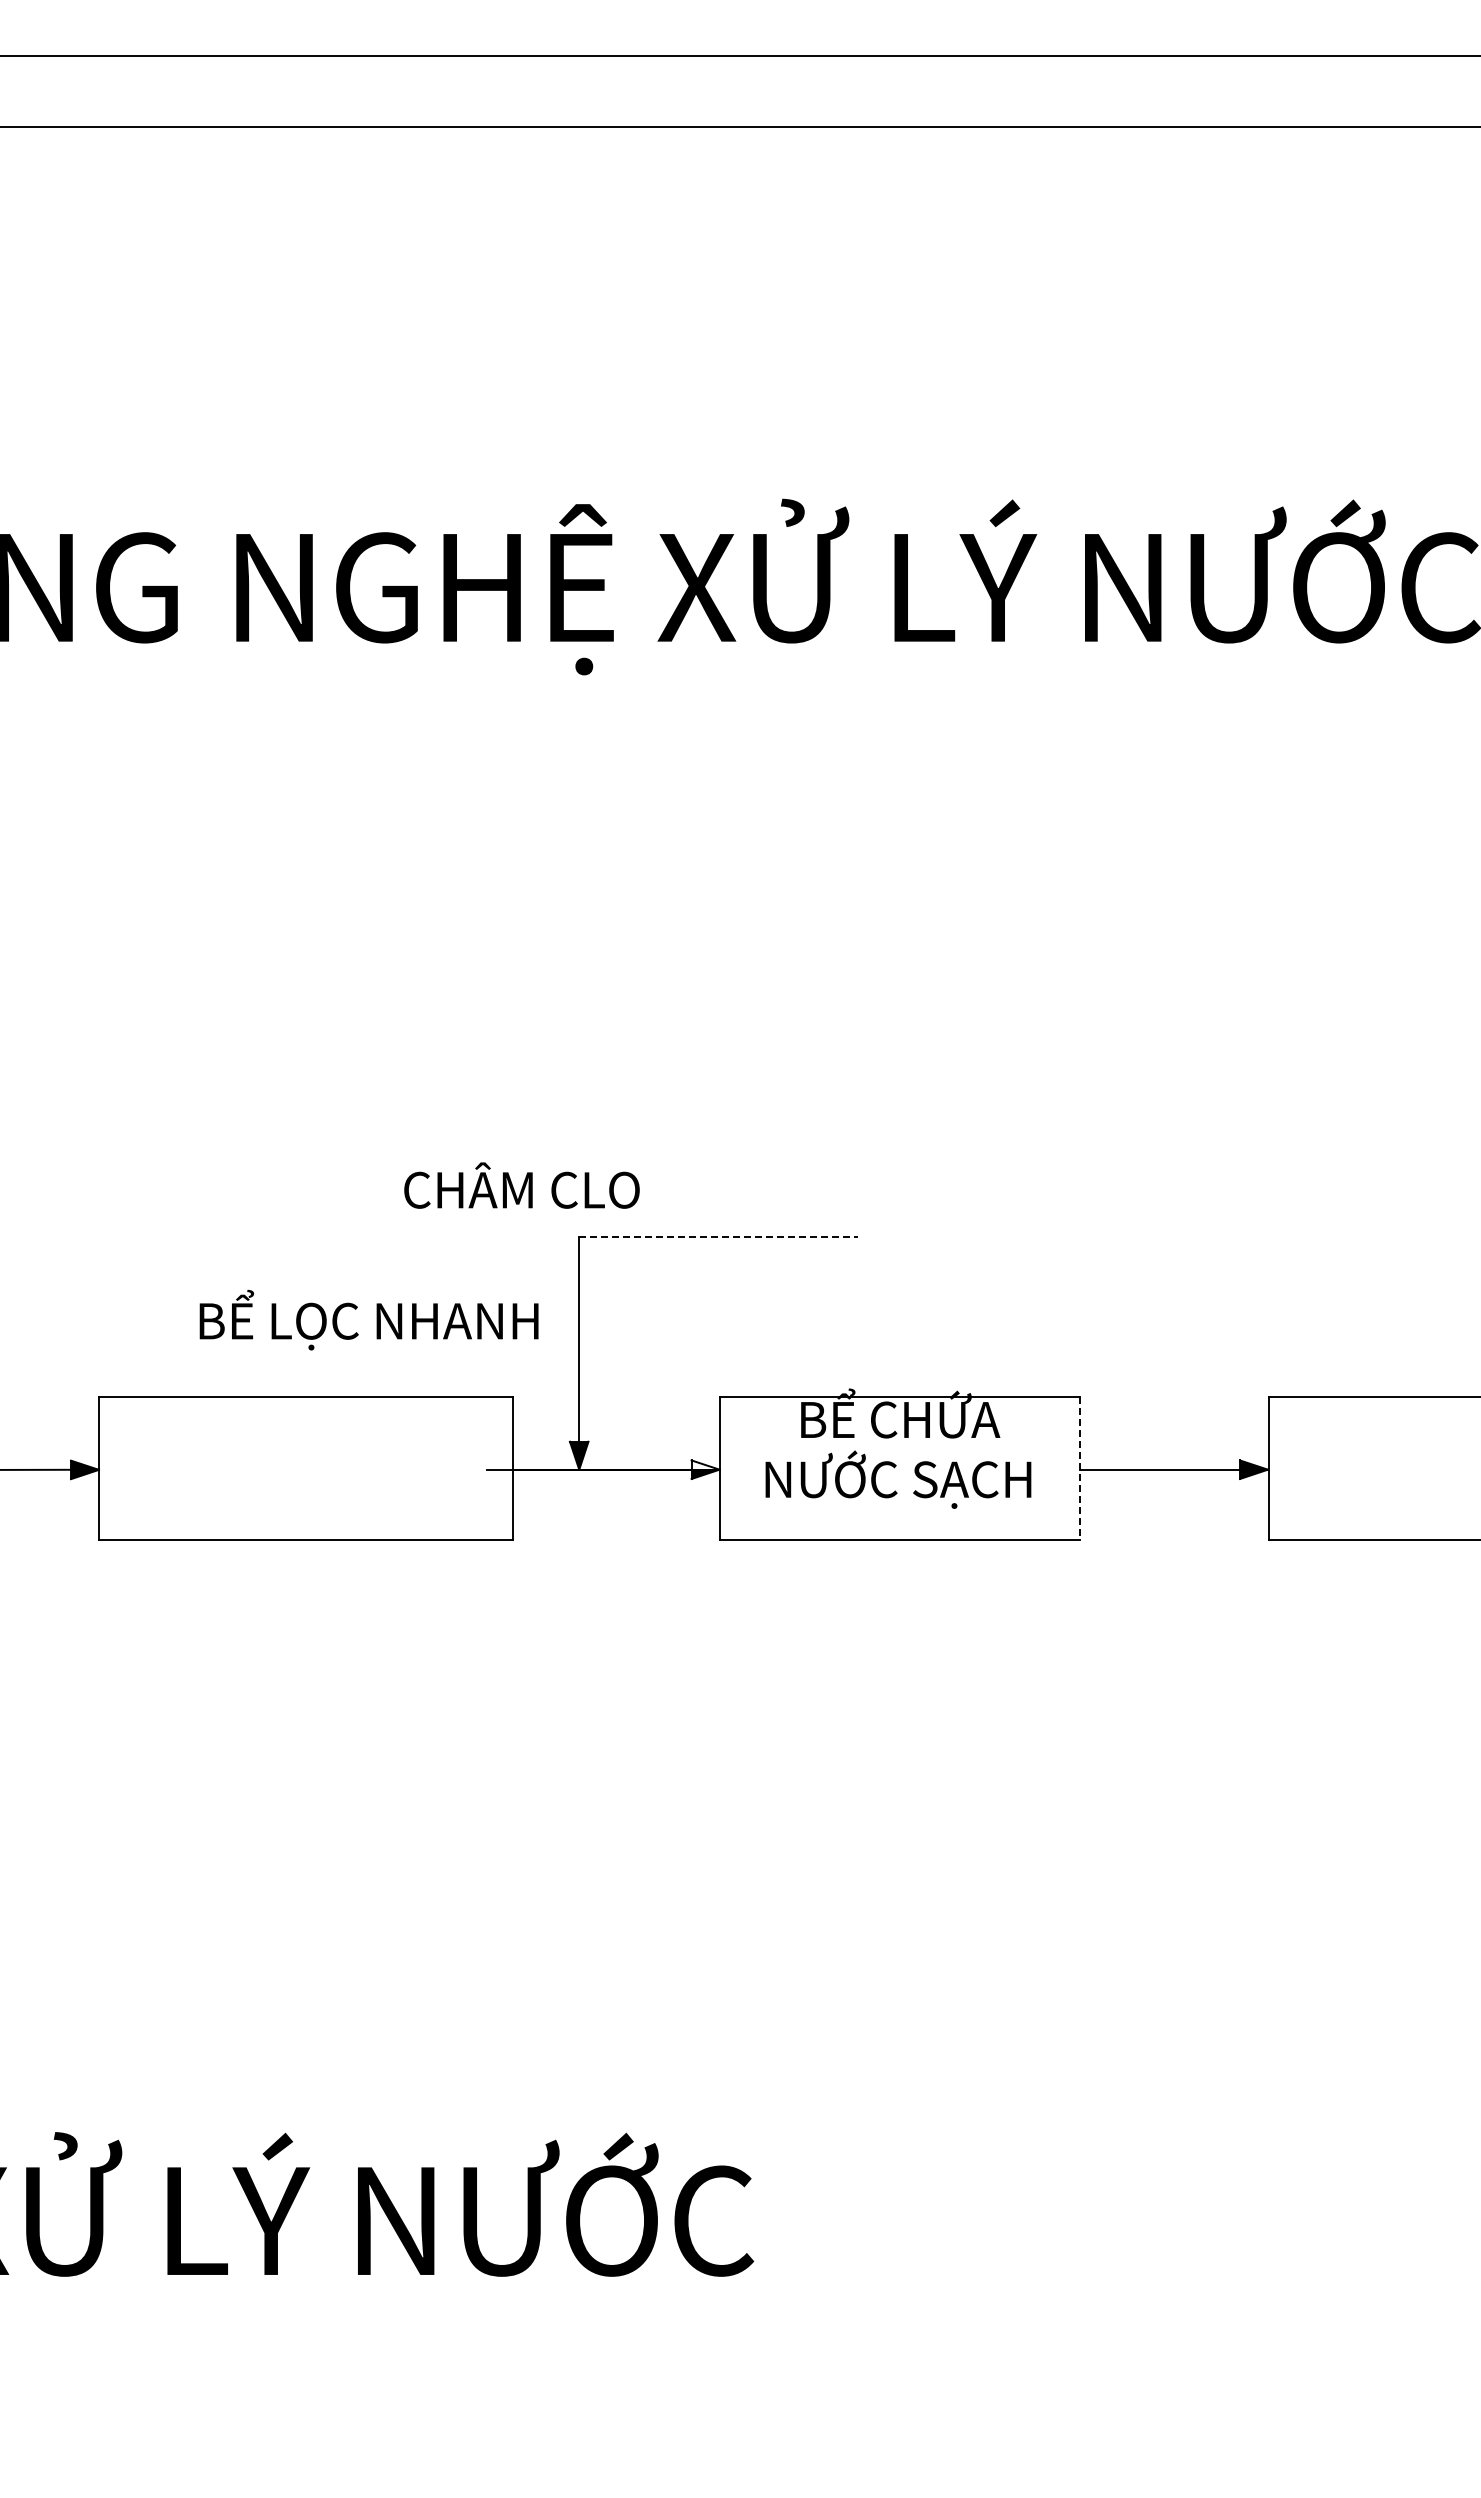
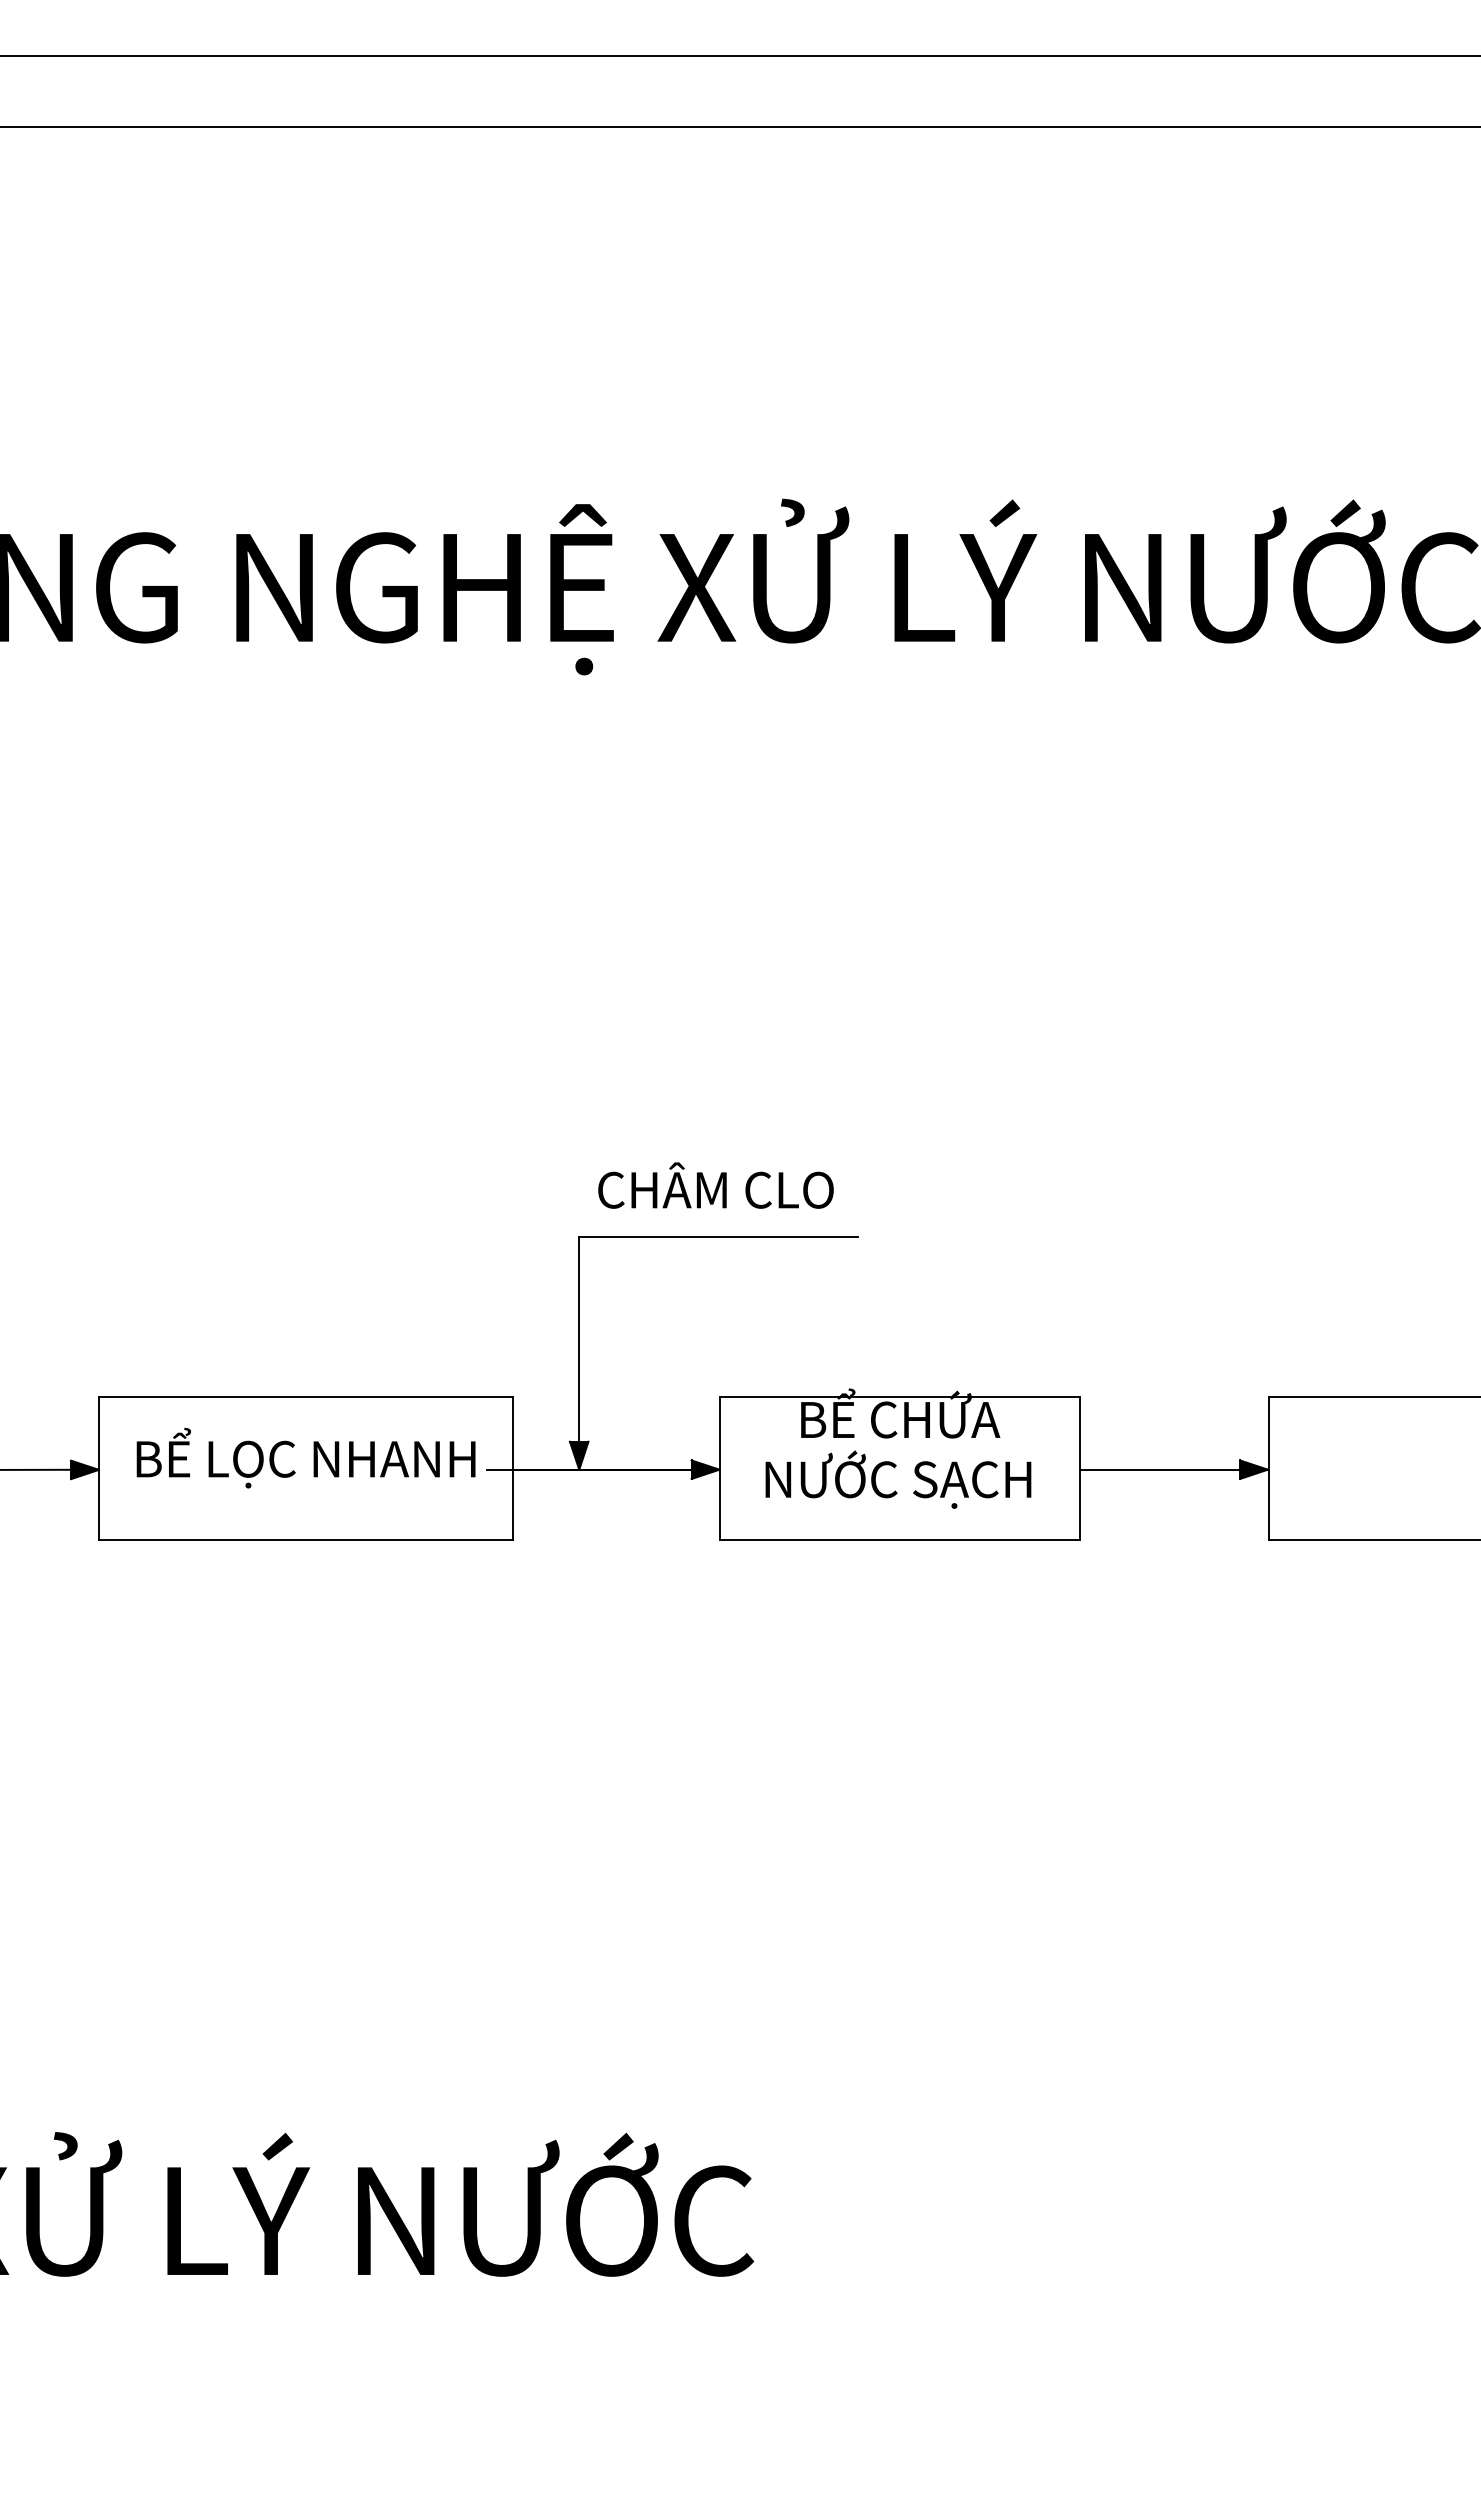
text at (521, 1185) position: (521, 1185) -> (715, 1185)
line at (718, 1236): dashed -> solid
text at (368, 1319) position: (368, 1319) -> (305, 1457)
fill at (705, 1464): none -> present
line at (1080, 1469): dashed -> solid
